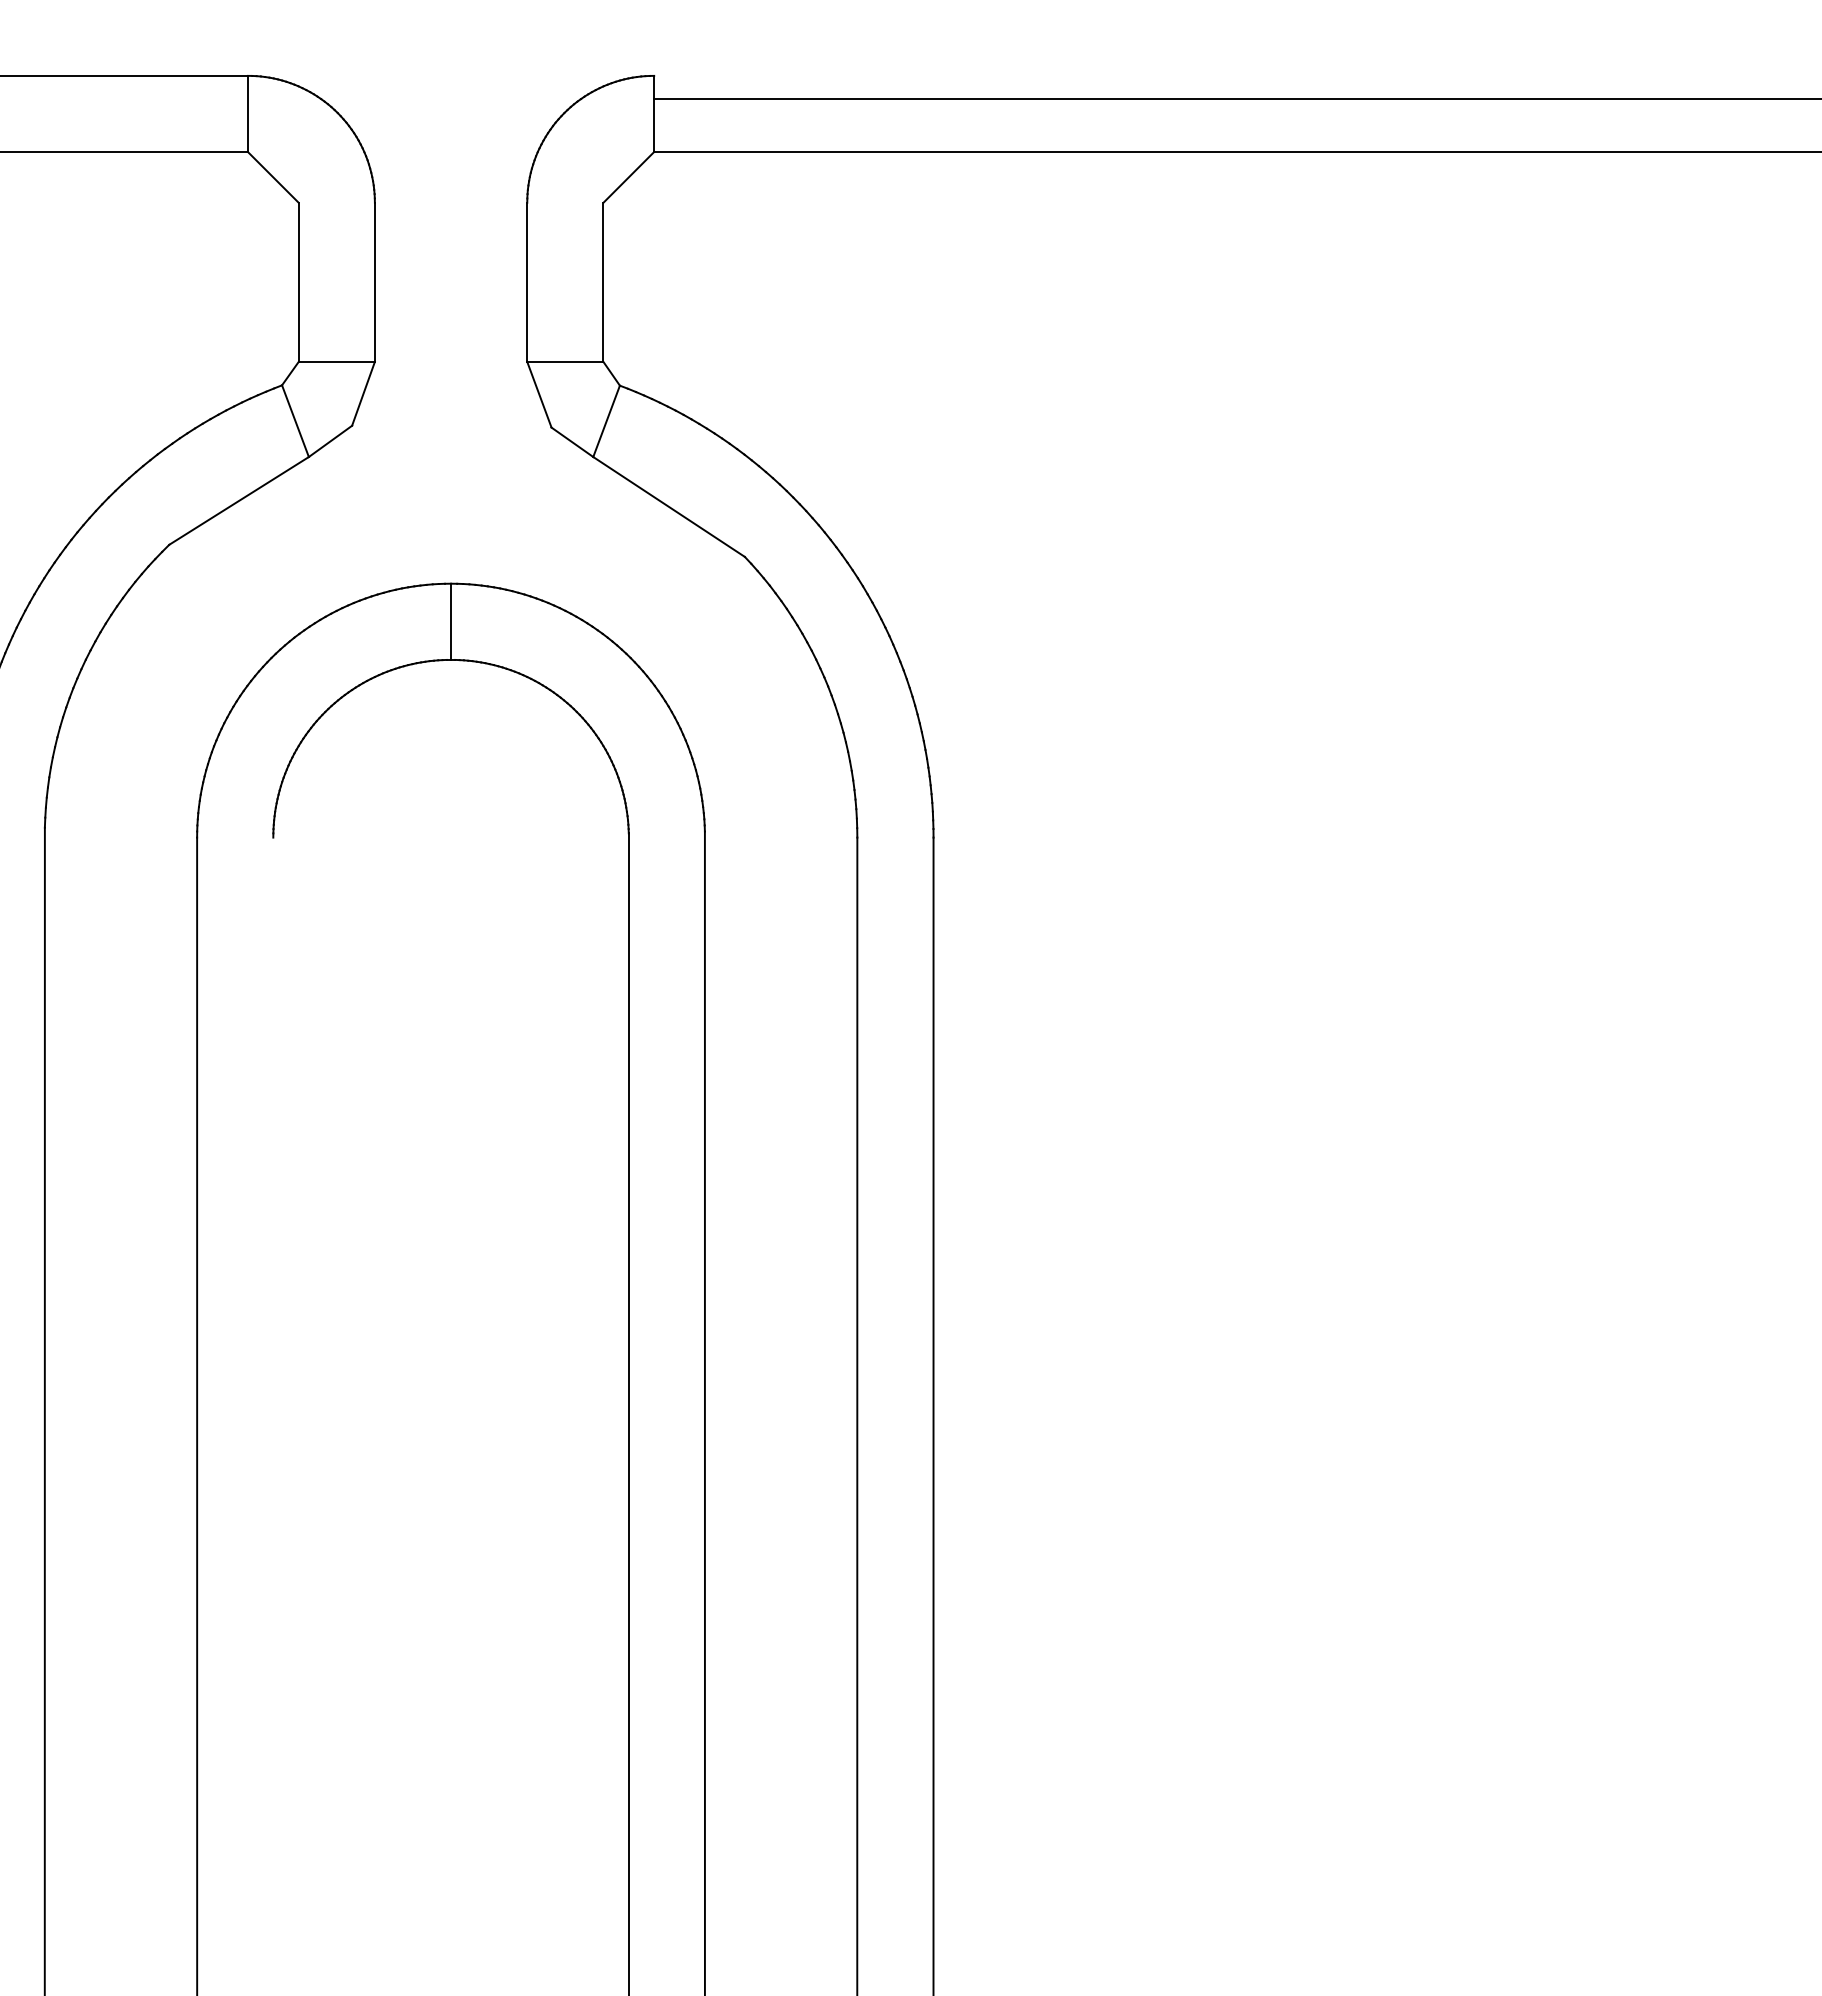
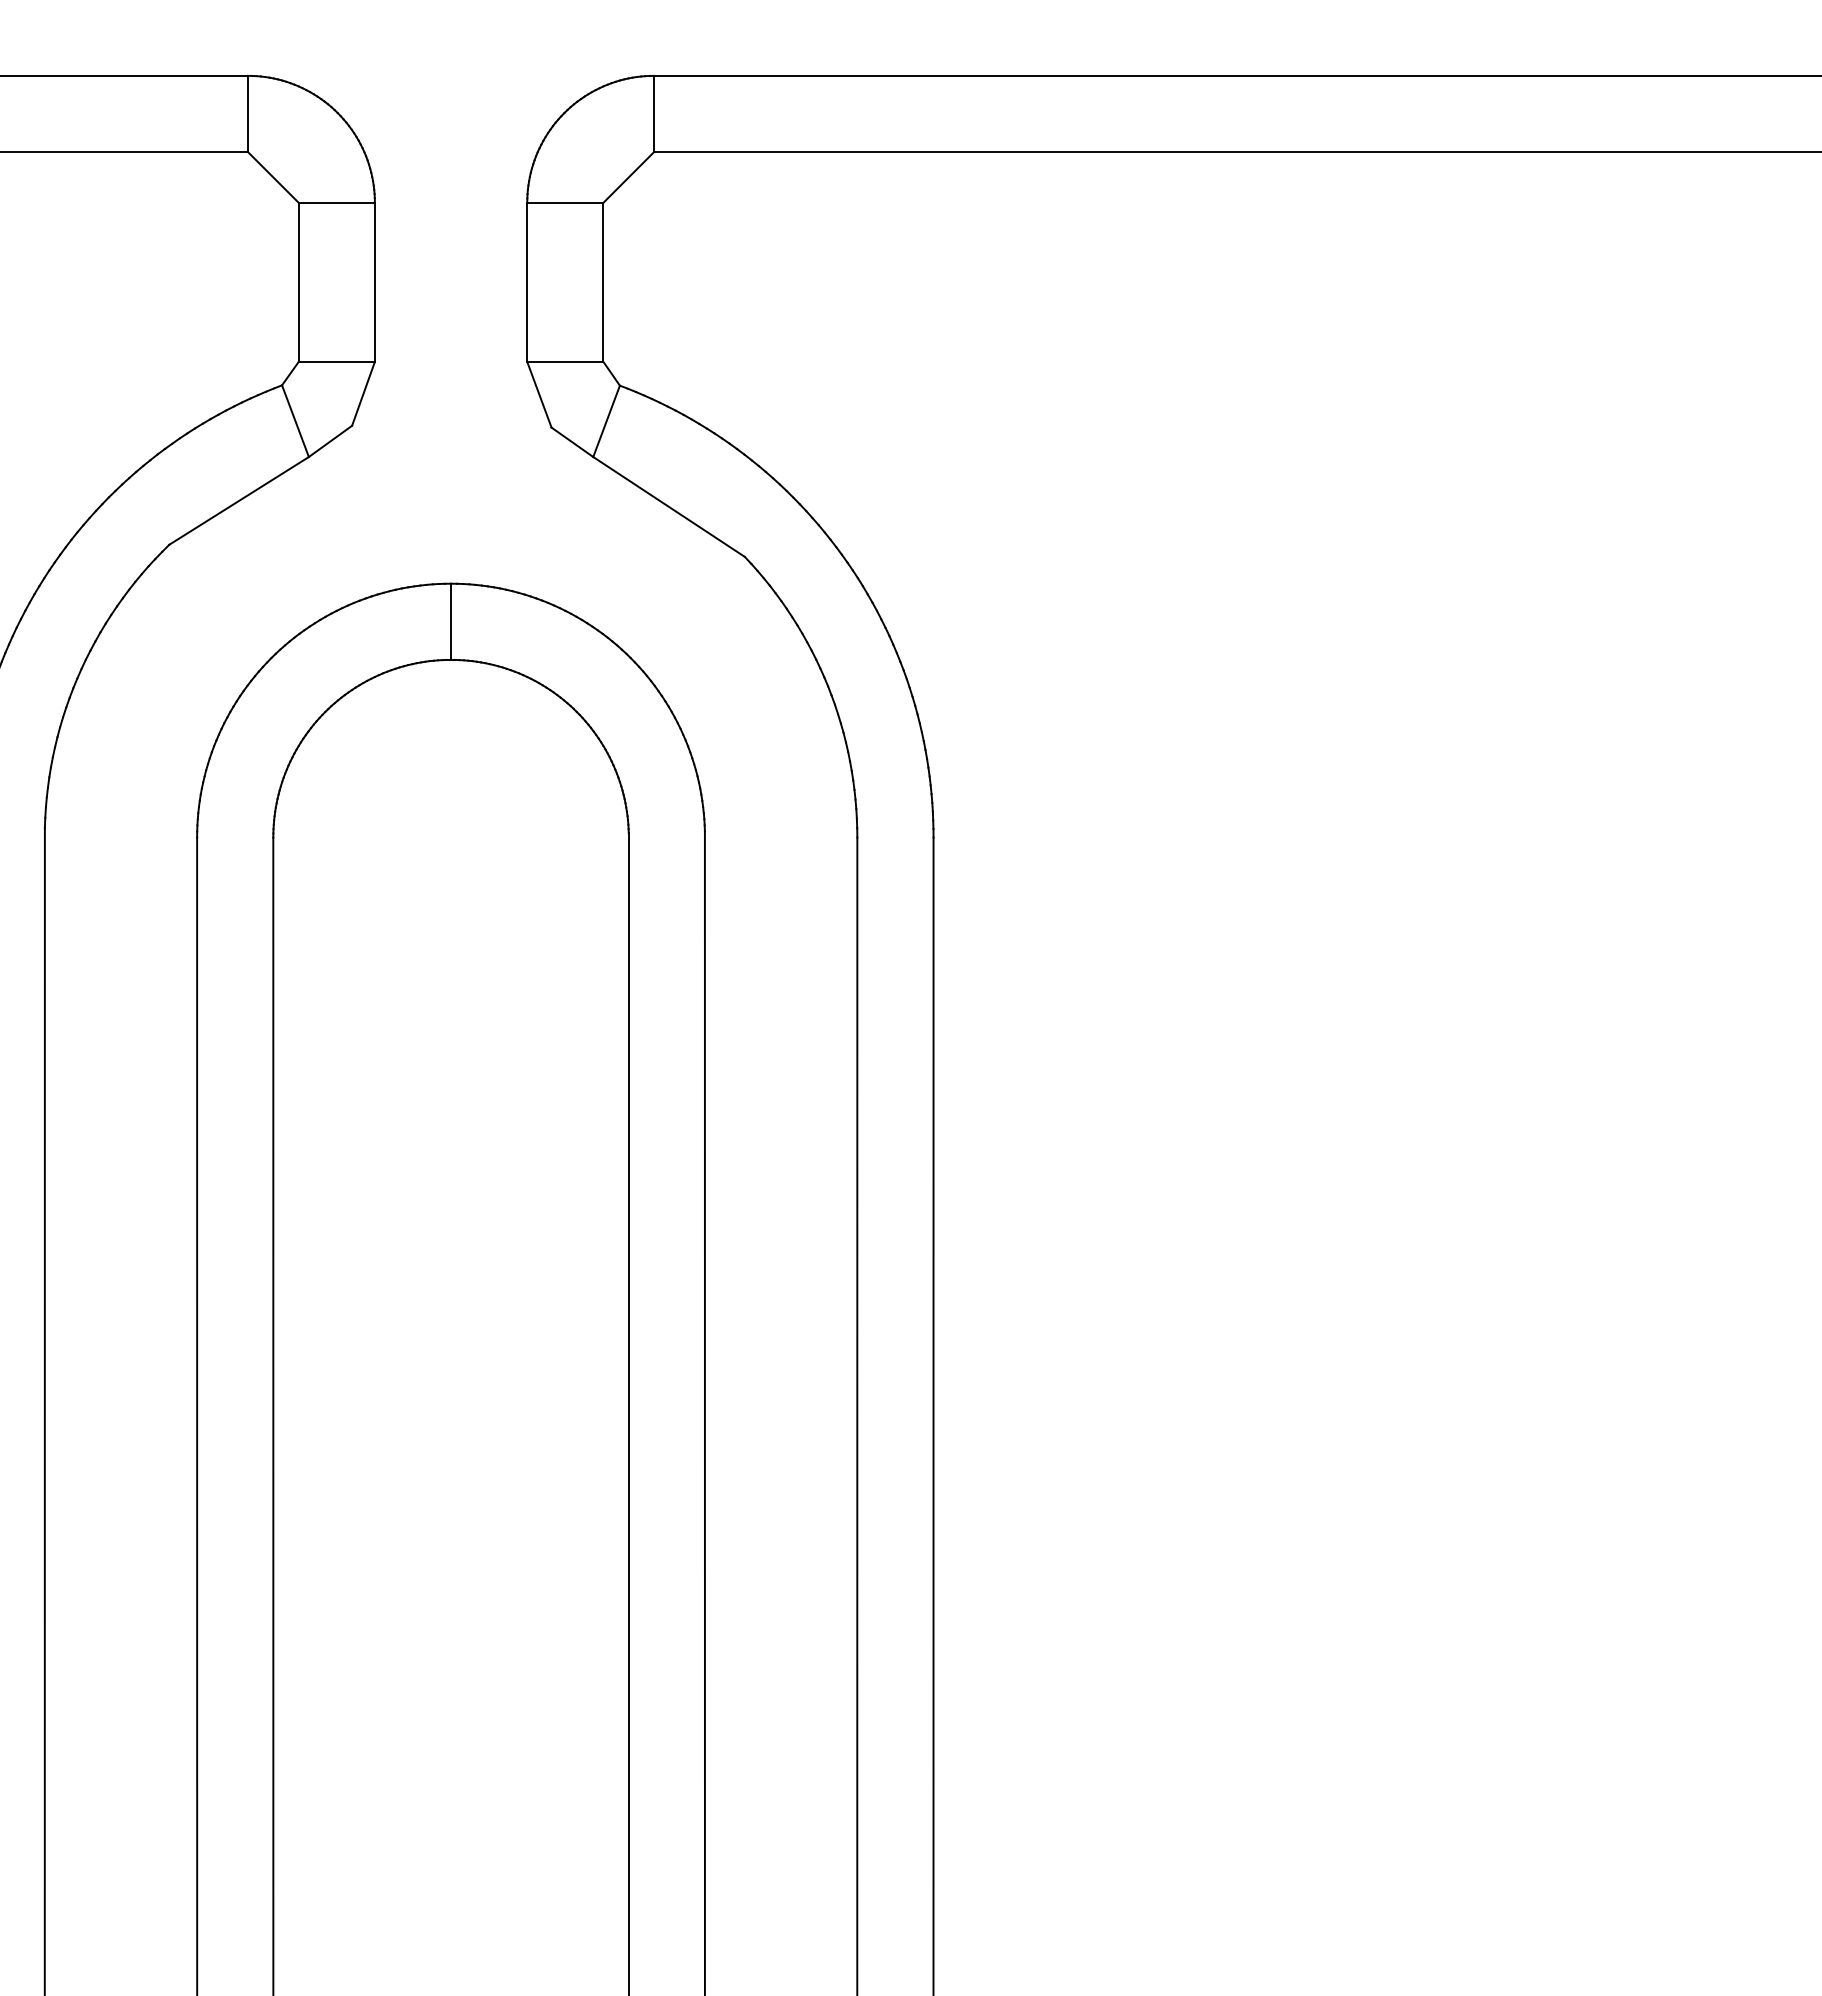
line at (1236, 98) position: (1236, 98) -> (1236, 75)
line at (336, 202): none -> present
line at (565, 202): none -> present
line at (273, 1414): none -> present
